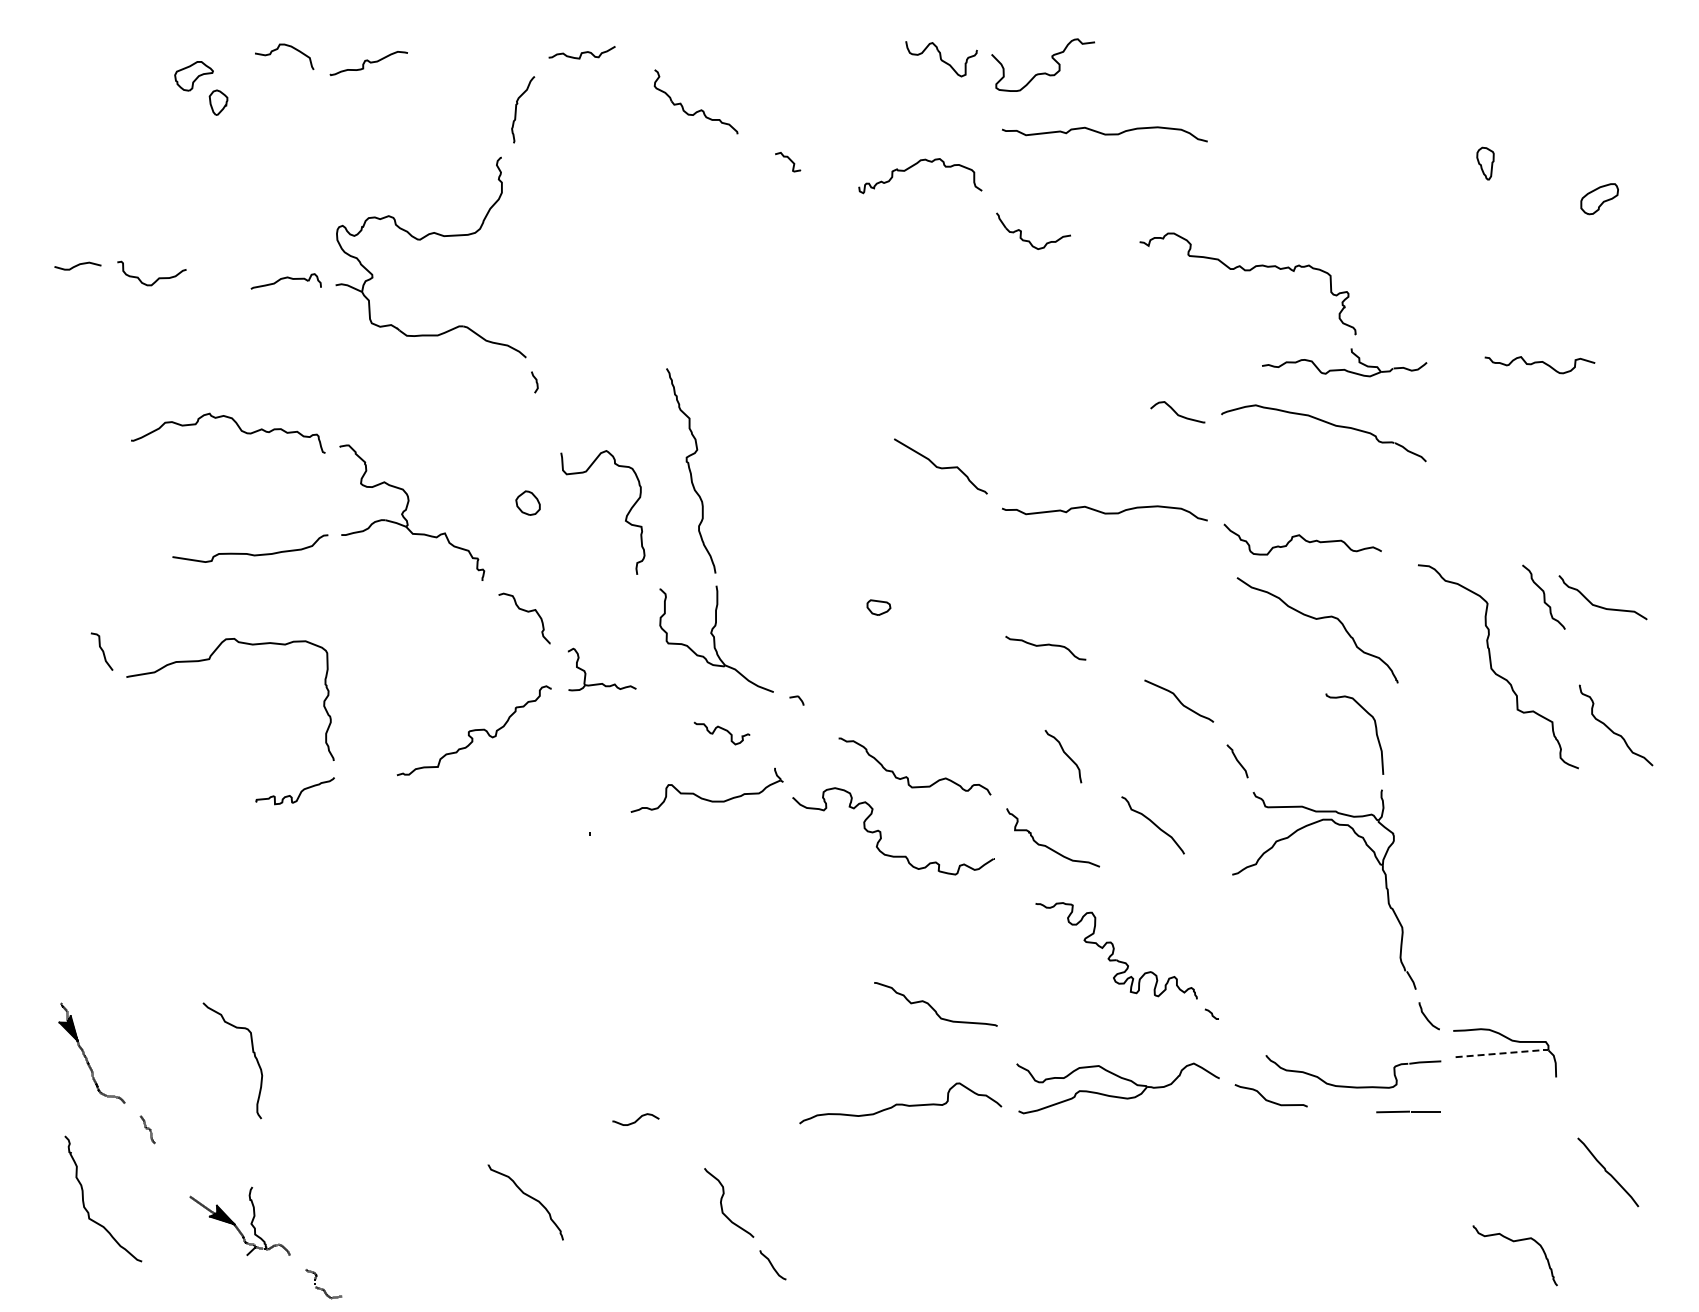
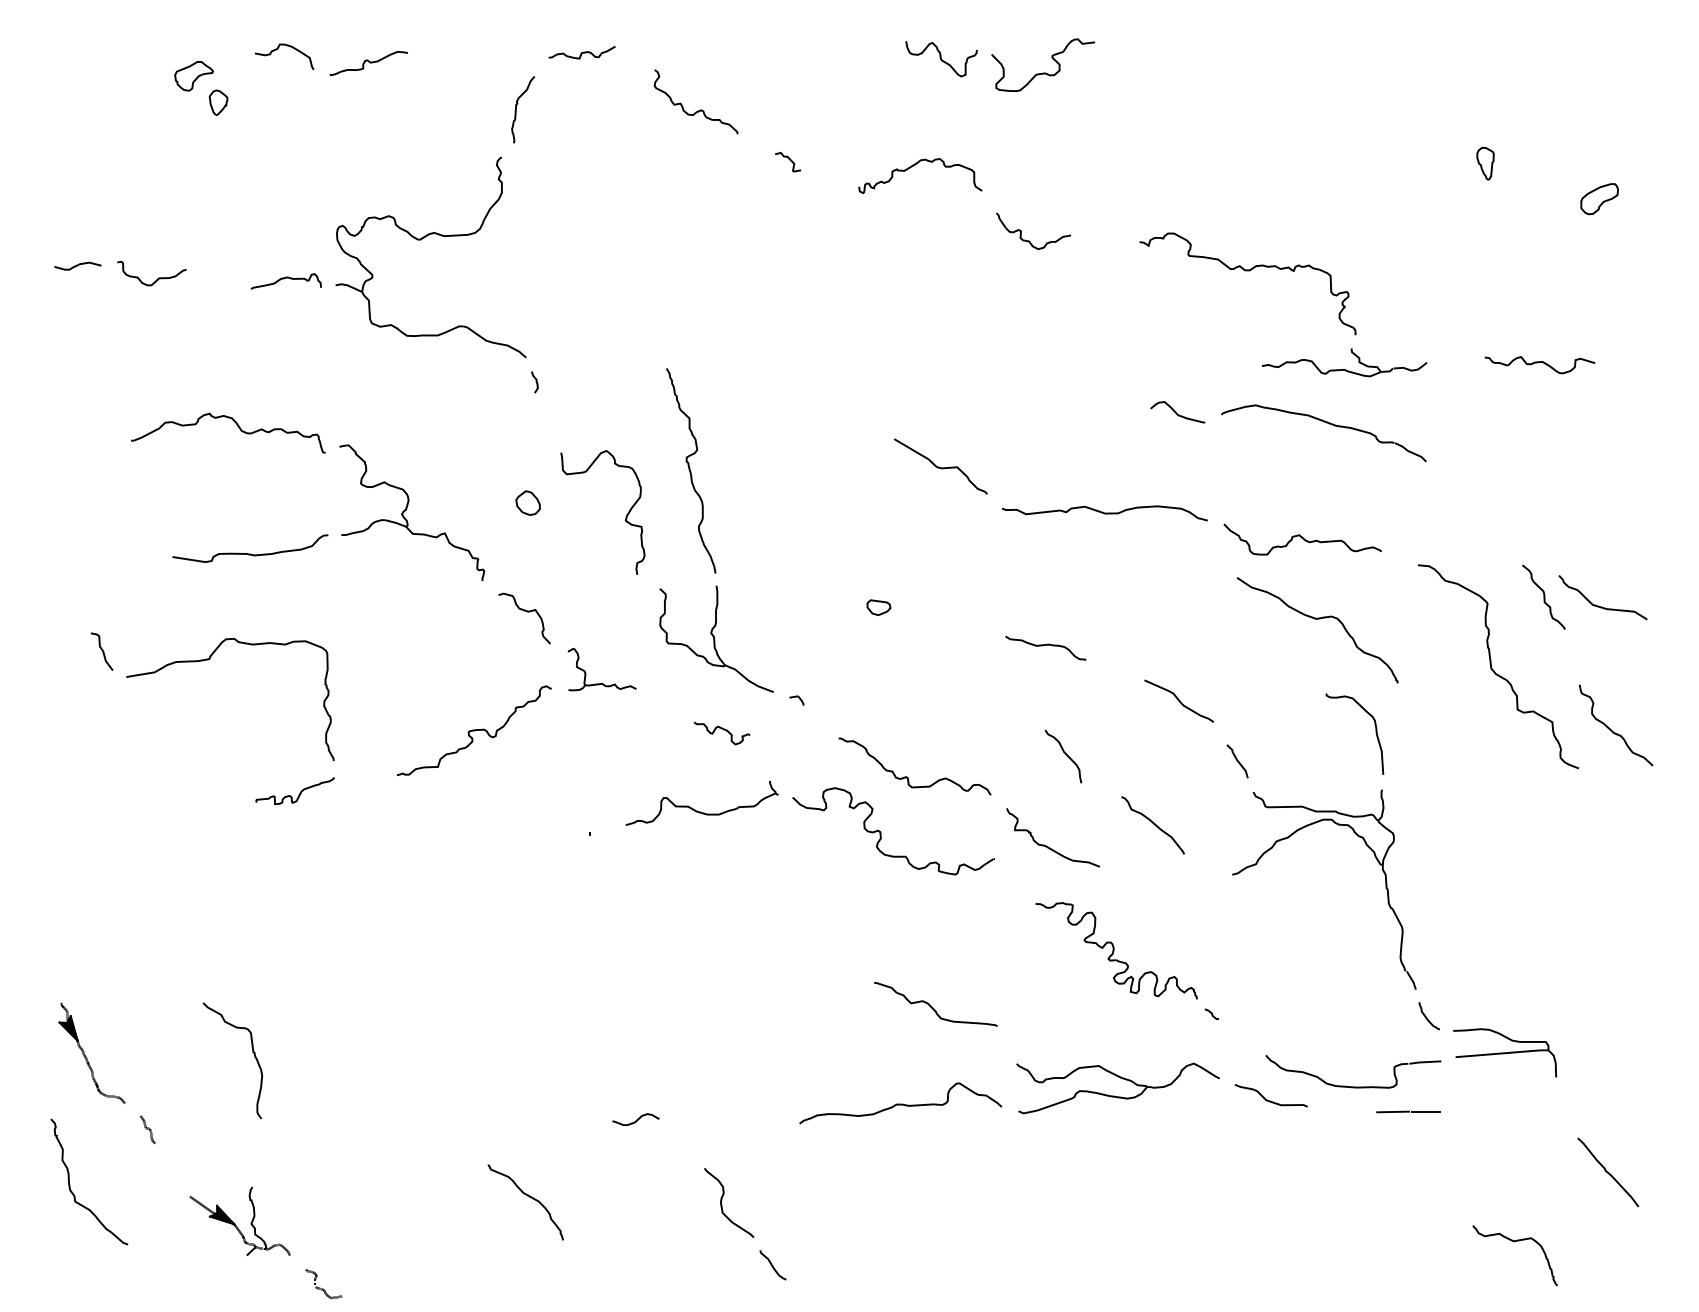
curve at (1104, 134): present -> none
part at (702, 797) position: (702, 797) -> (697, 810)
line at (1503, 1053): dashed -> solid
curve at (84, 1201) position: (84, 1201) -> (70, 1184)
